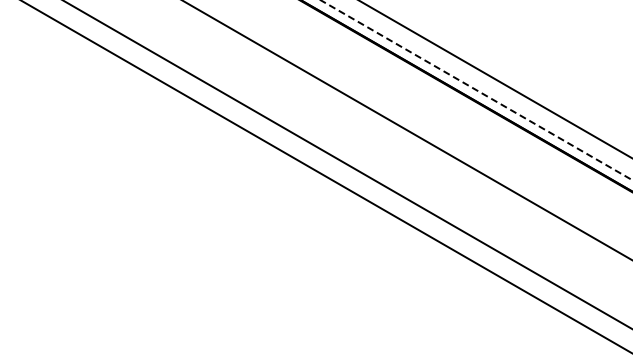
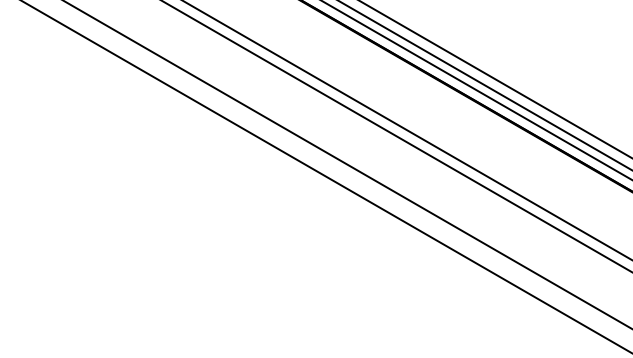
line at (485, 85): none -> present
line at (476, 90): dashed -> solid
line at (396, 136): none -> present
